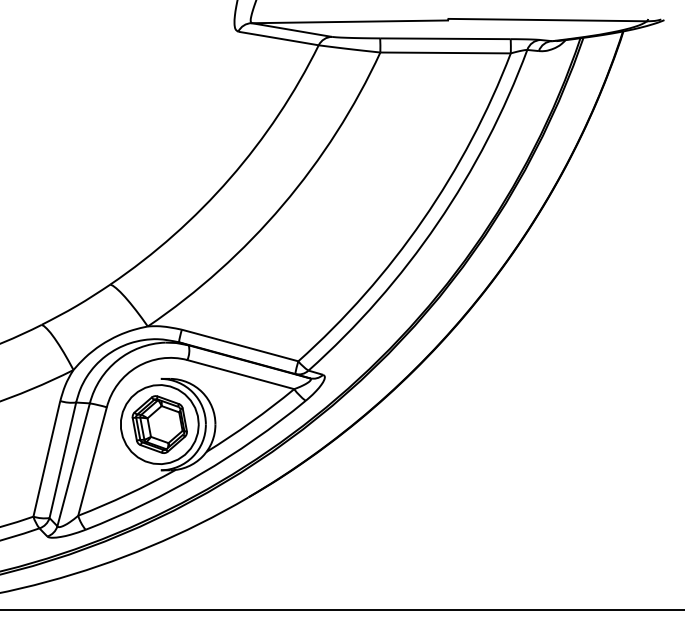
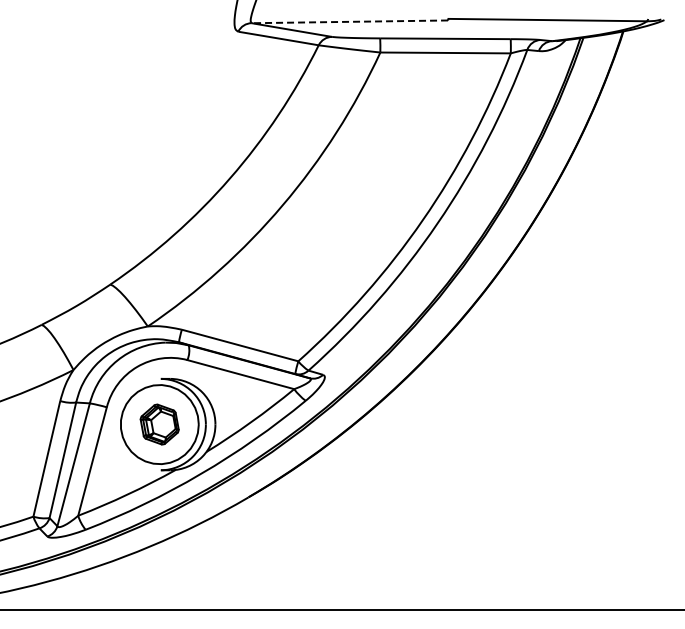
line at (349, 21): solid -> dashed
part at (159, 424) size: 57x59 px -> 41x43 px
